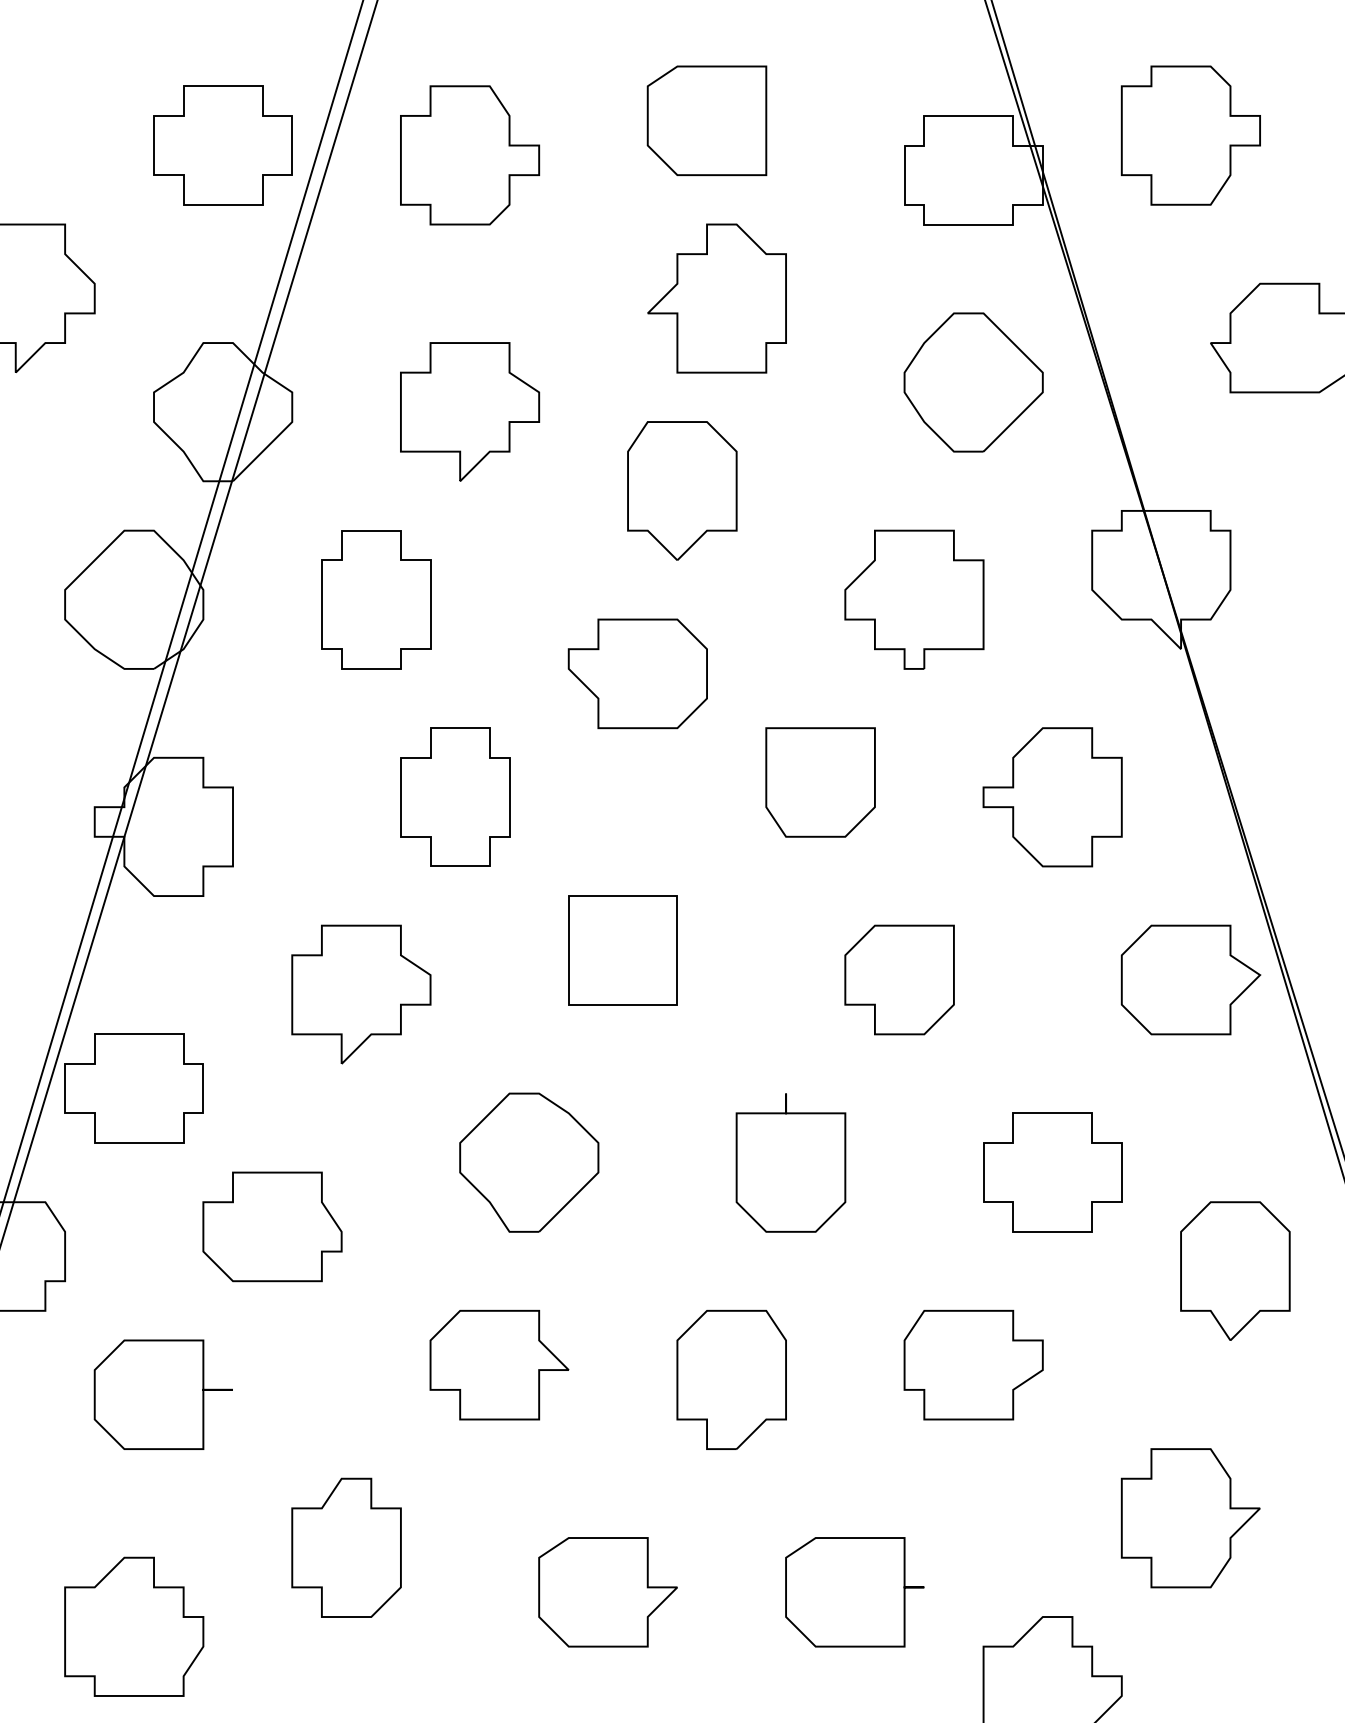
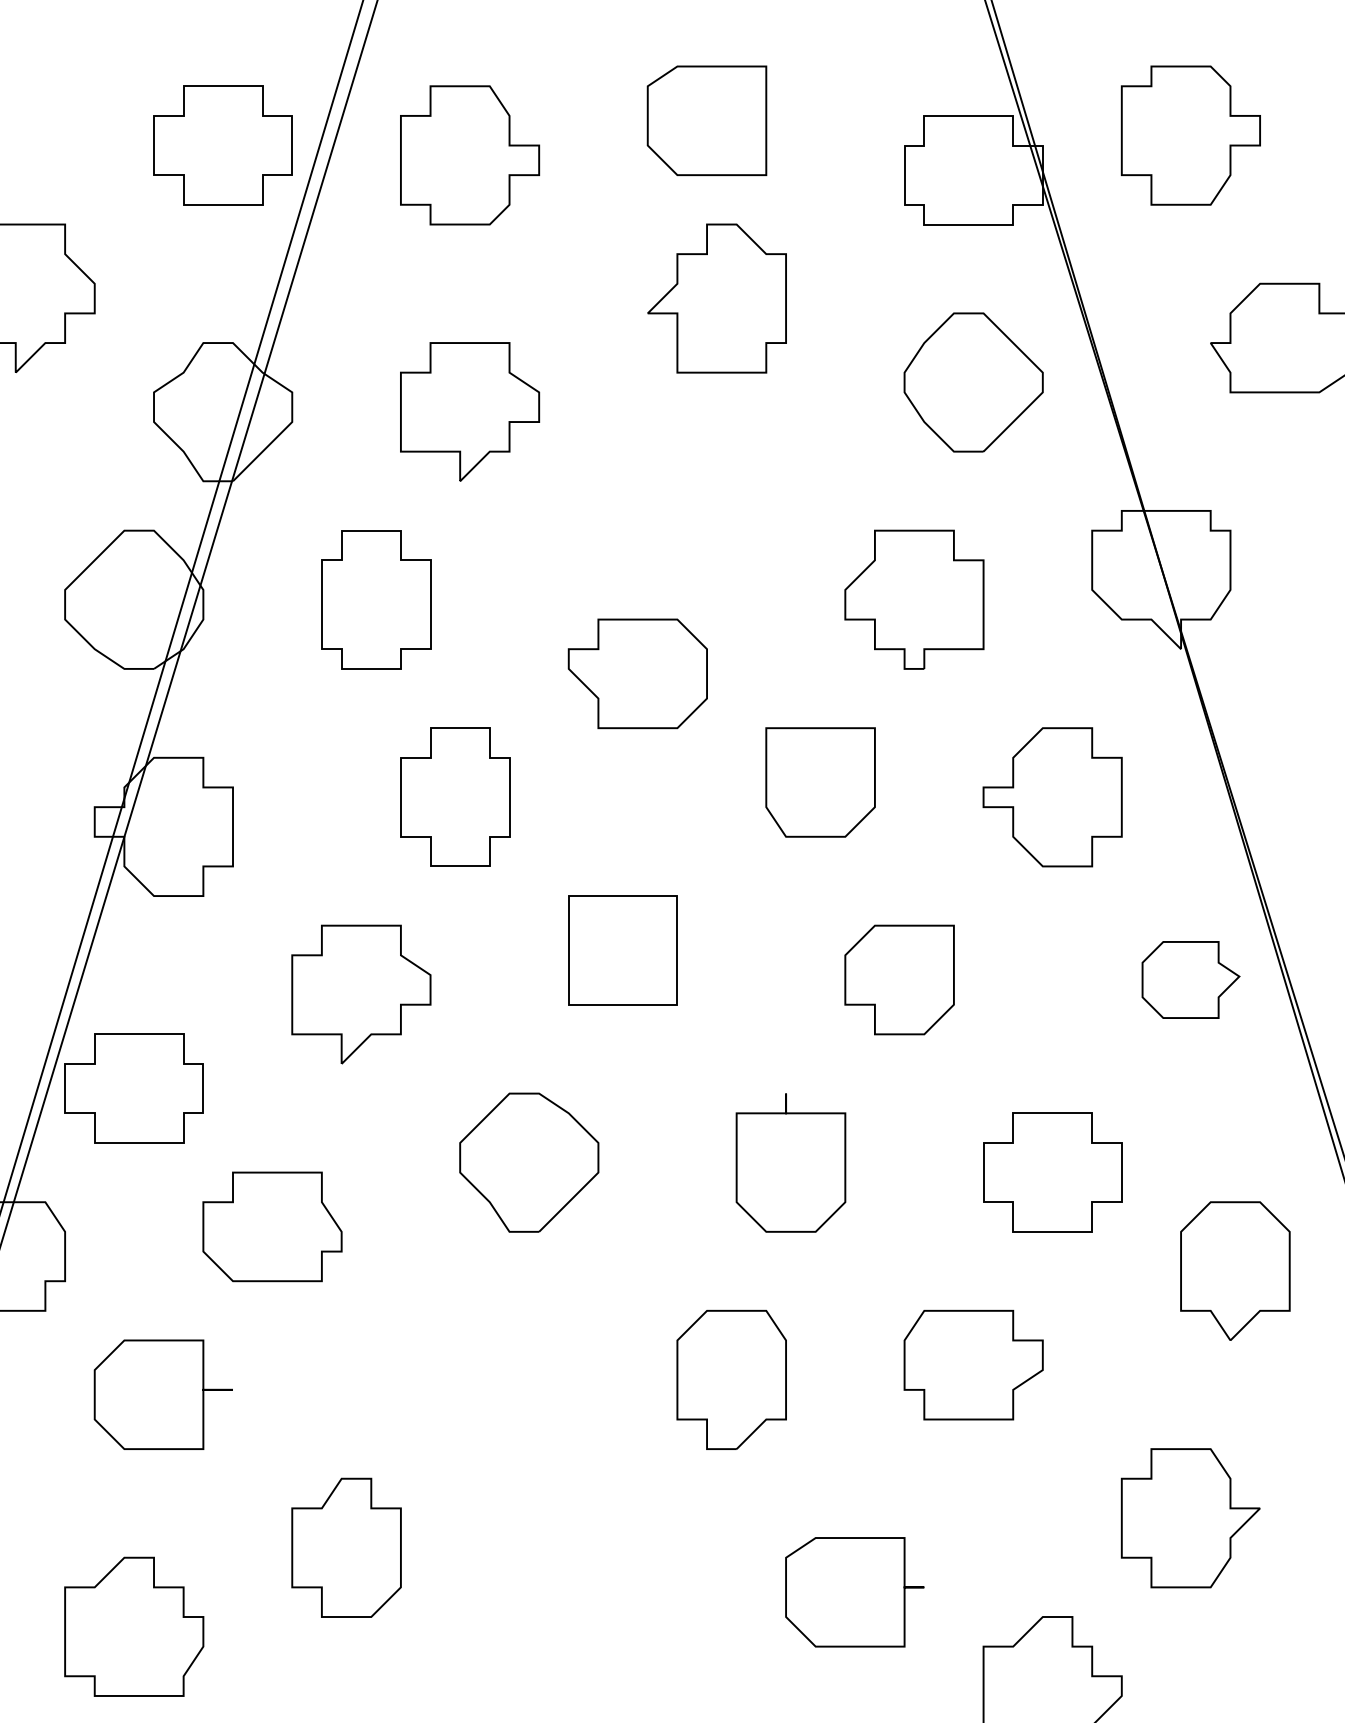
part at (682, 490): present -> none
part at (1190, 979) size: 142x112 px -> 100x78 px
part at (499, 1364): present -> none
part at (607, 1592): present -> none
